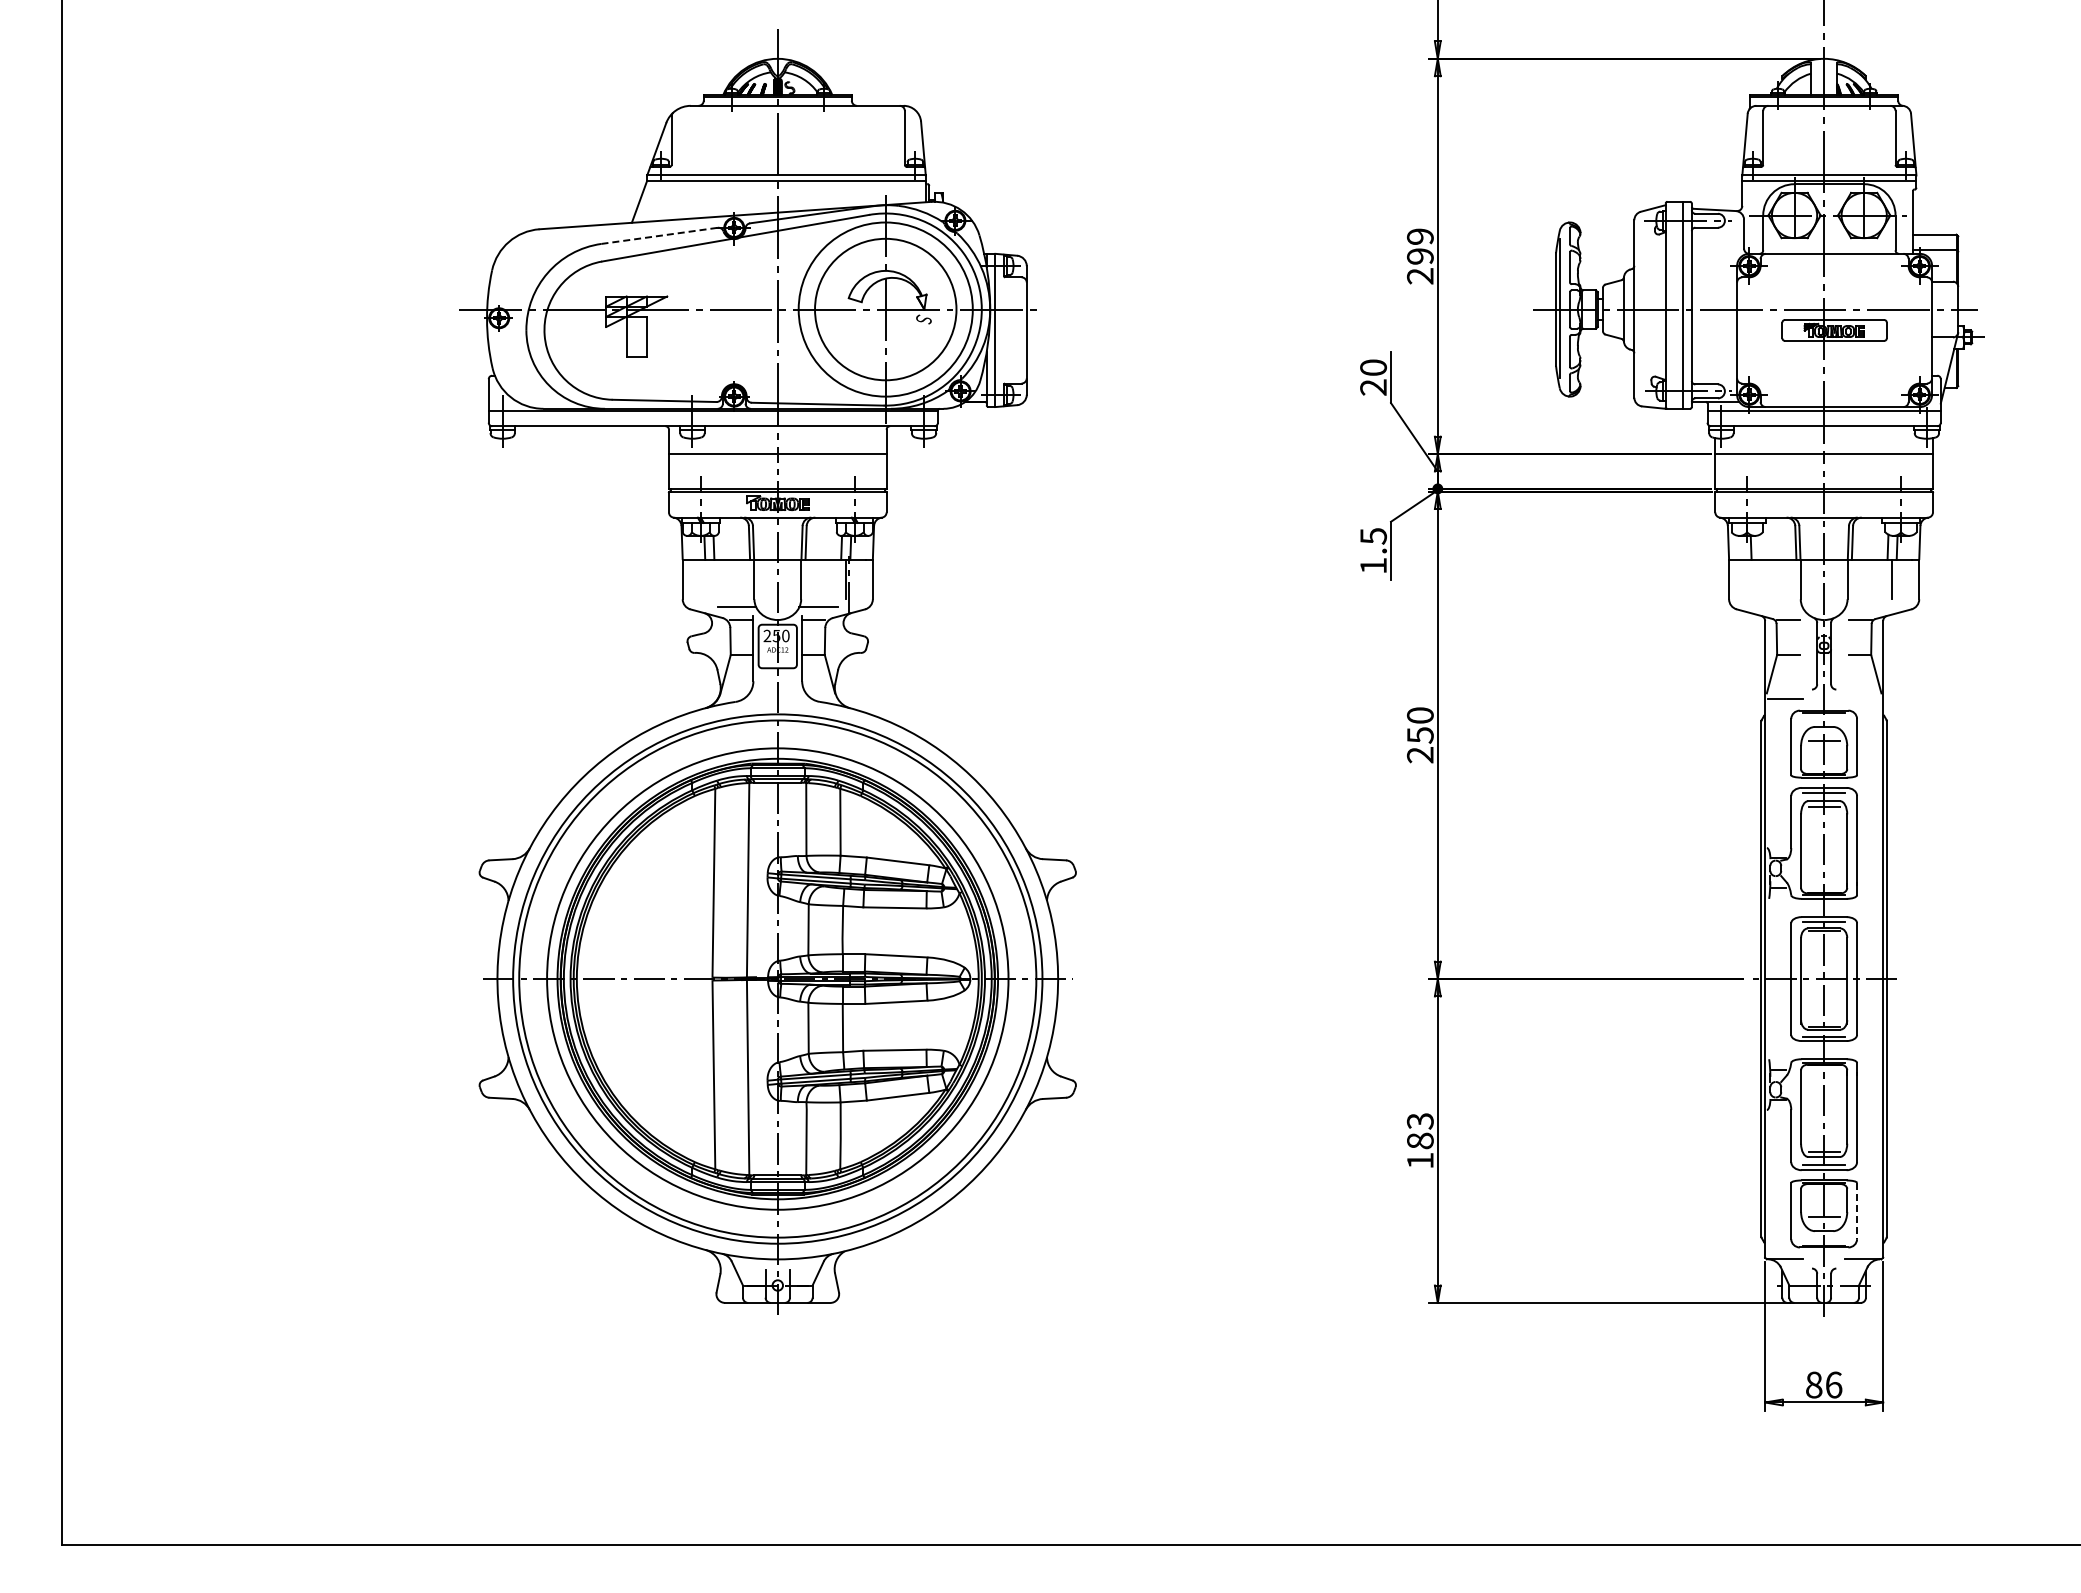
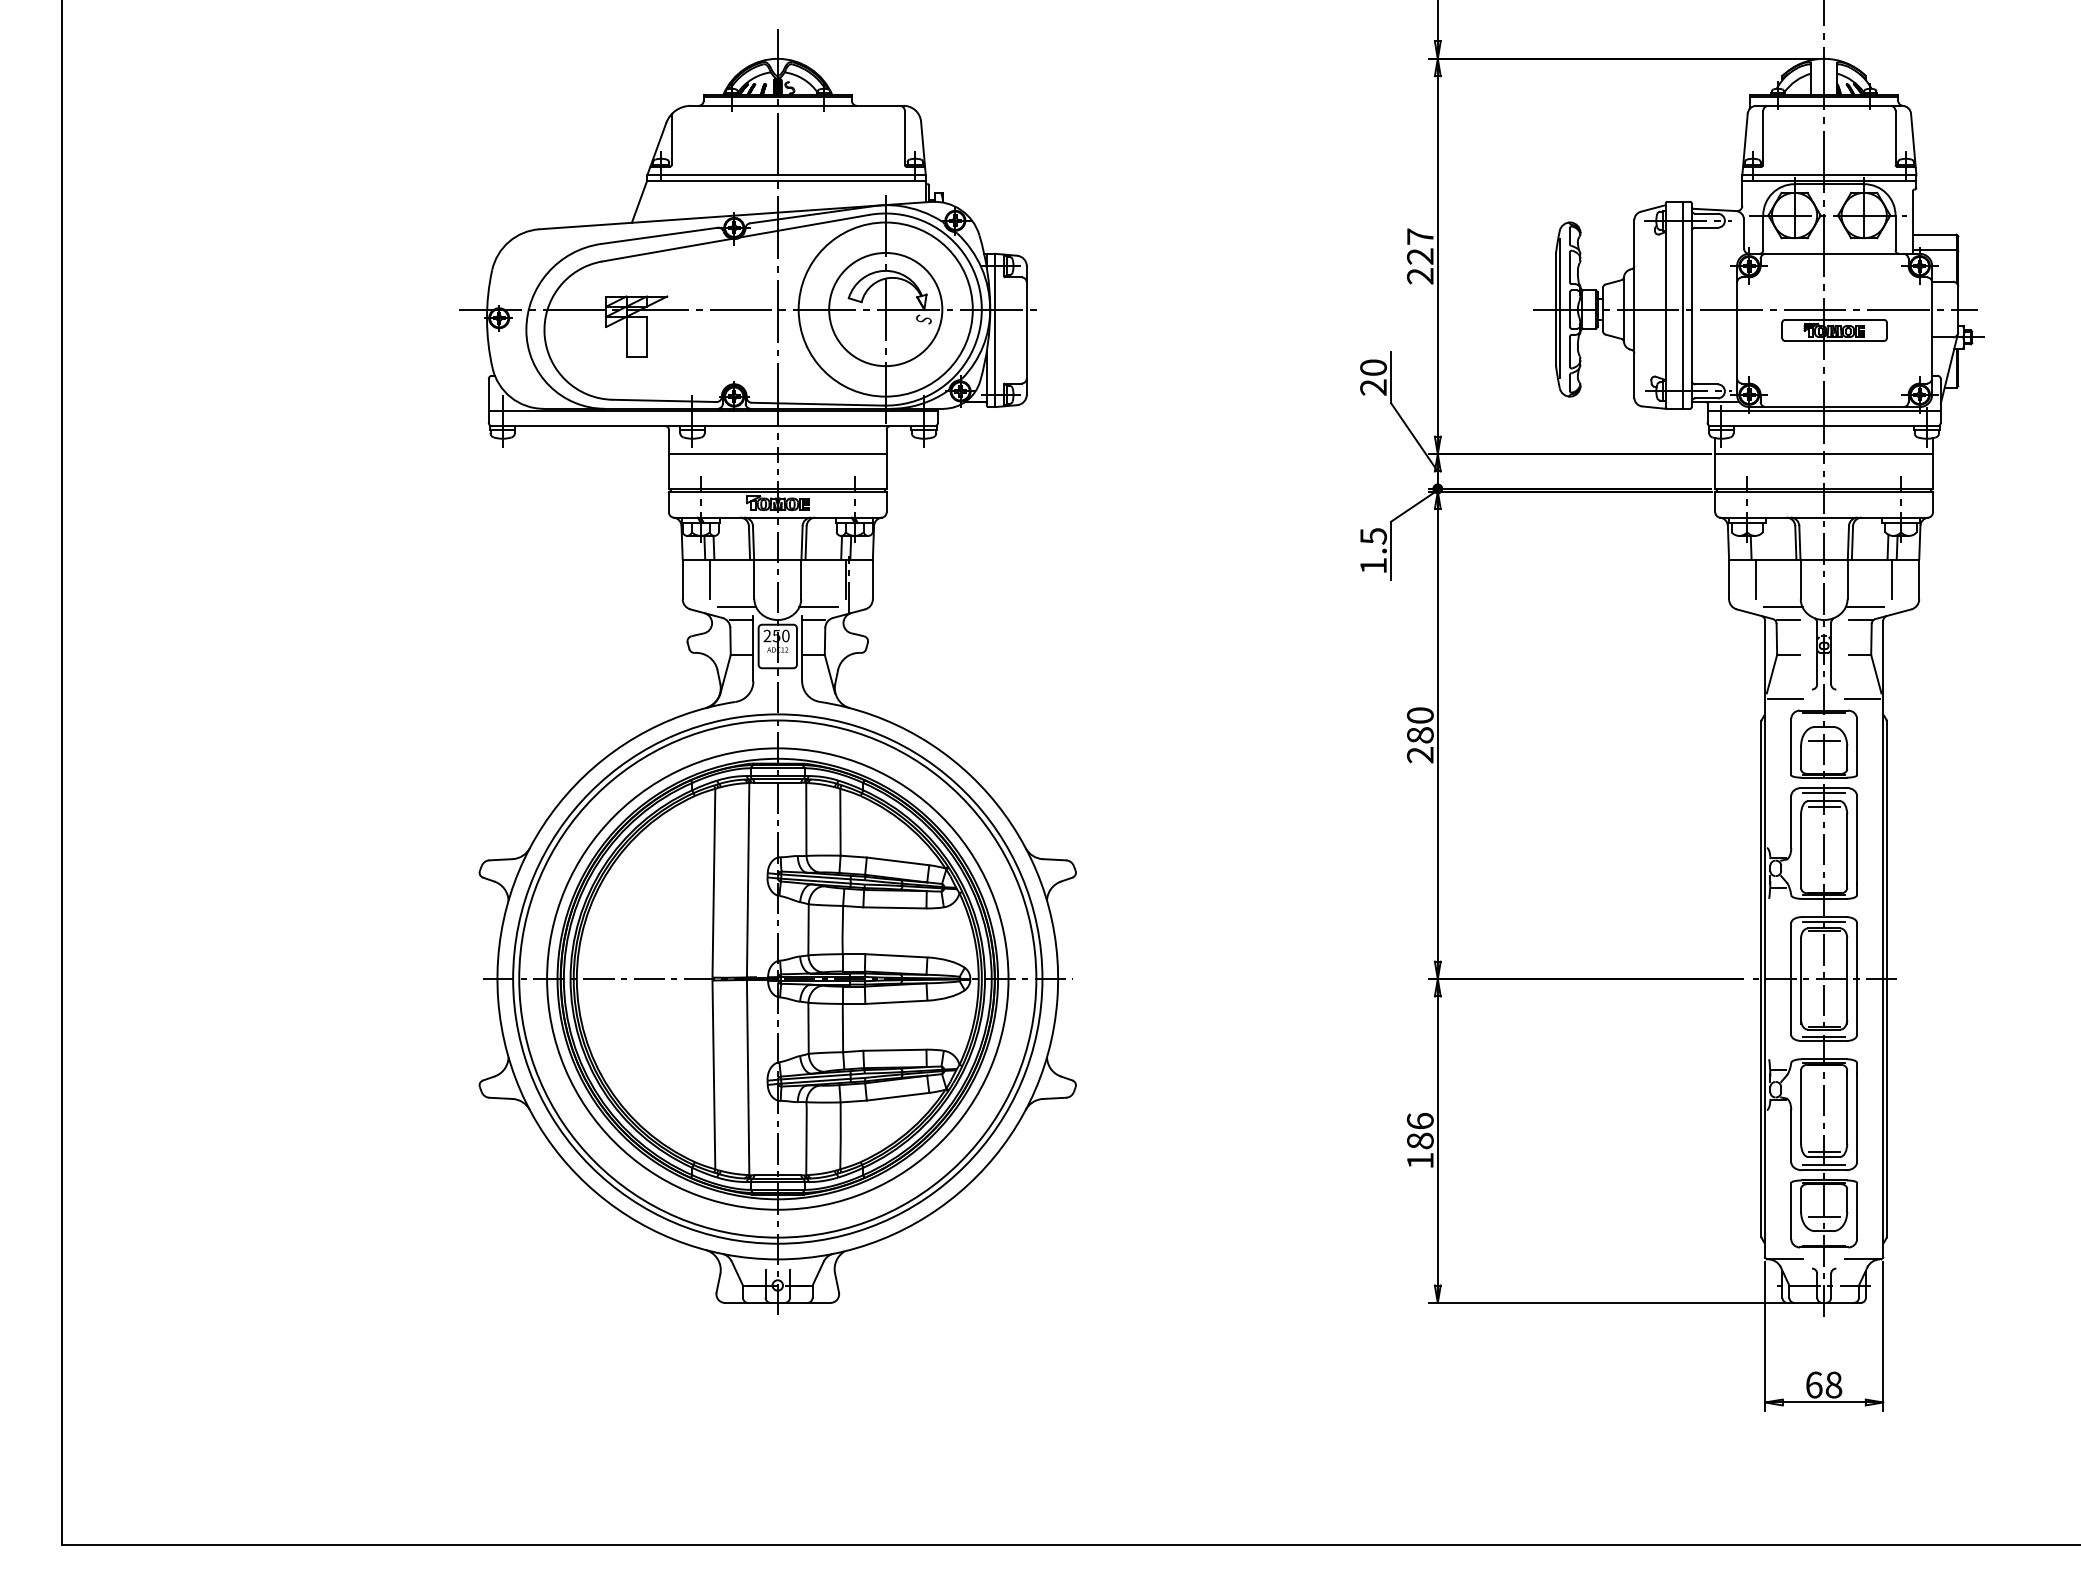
line at (659, 235): dashed -> solid
text at (1419, 246): 299 -> 227
circle at (885, 309) diameter: 141 px -> 113 px
line at (710, 579): none -> present
line at (1756, 579): none -> present
line at (1783, 607): none -> present
line at (1864, 607): none -> present
line at (1862, 698): none -> present
text at (1420, 735): 250 -> 280
text at (1419, 1120): 183 -> 186
line at (1857, 1211): dashed -> solid
text at (1824, 1384): 86 -> 68
